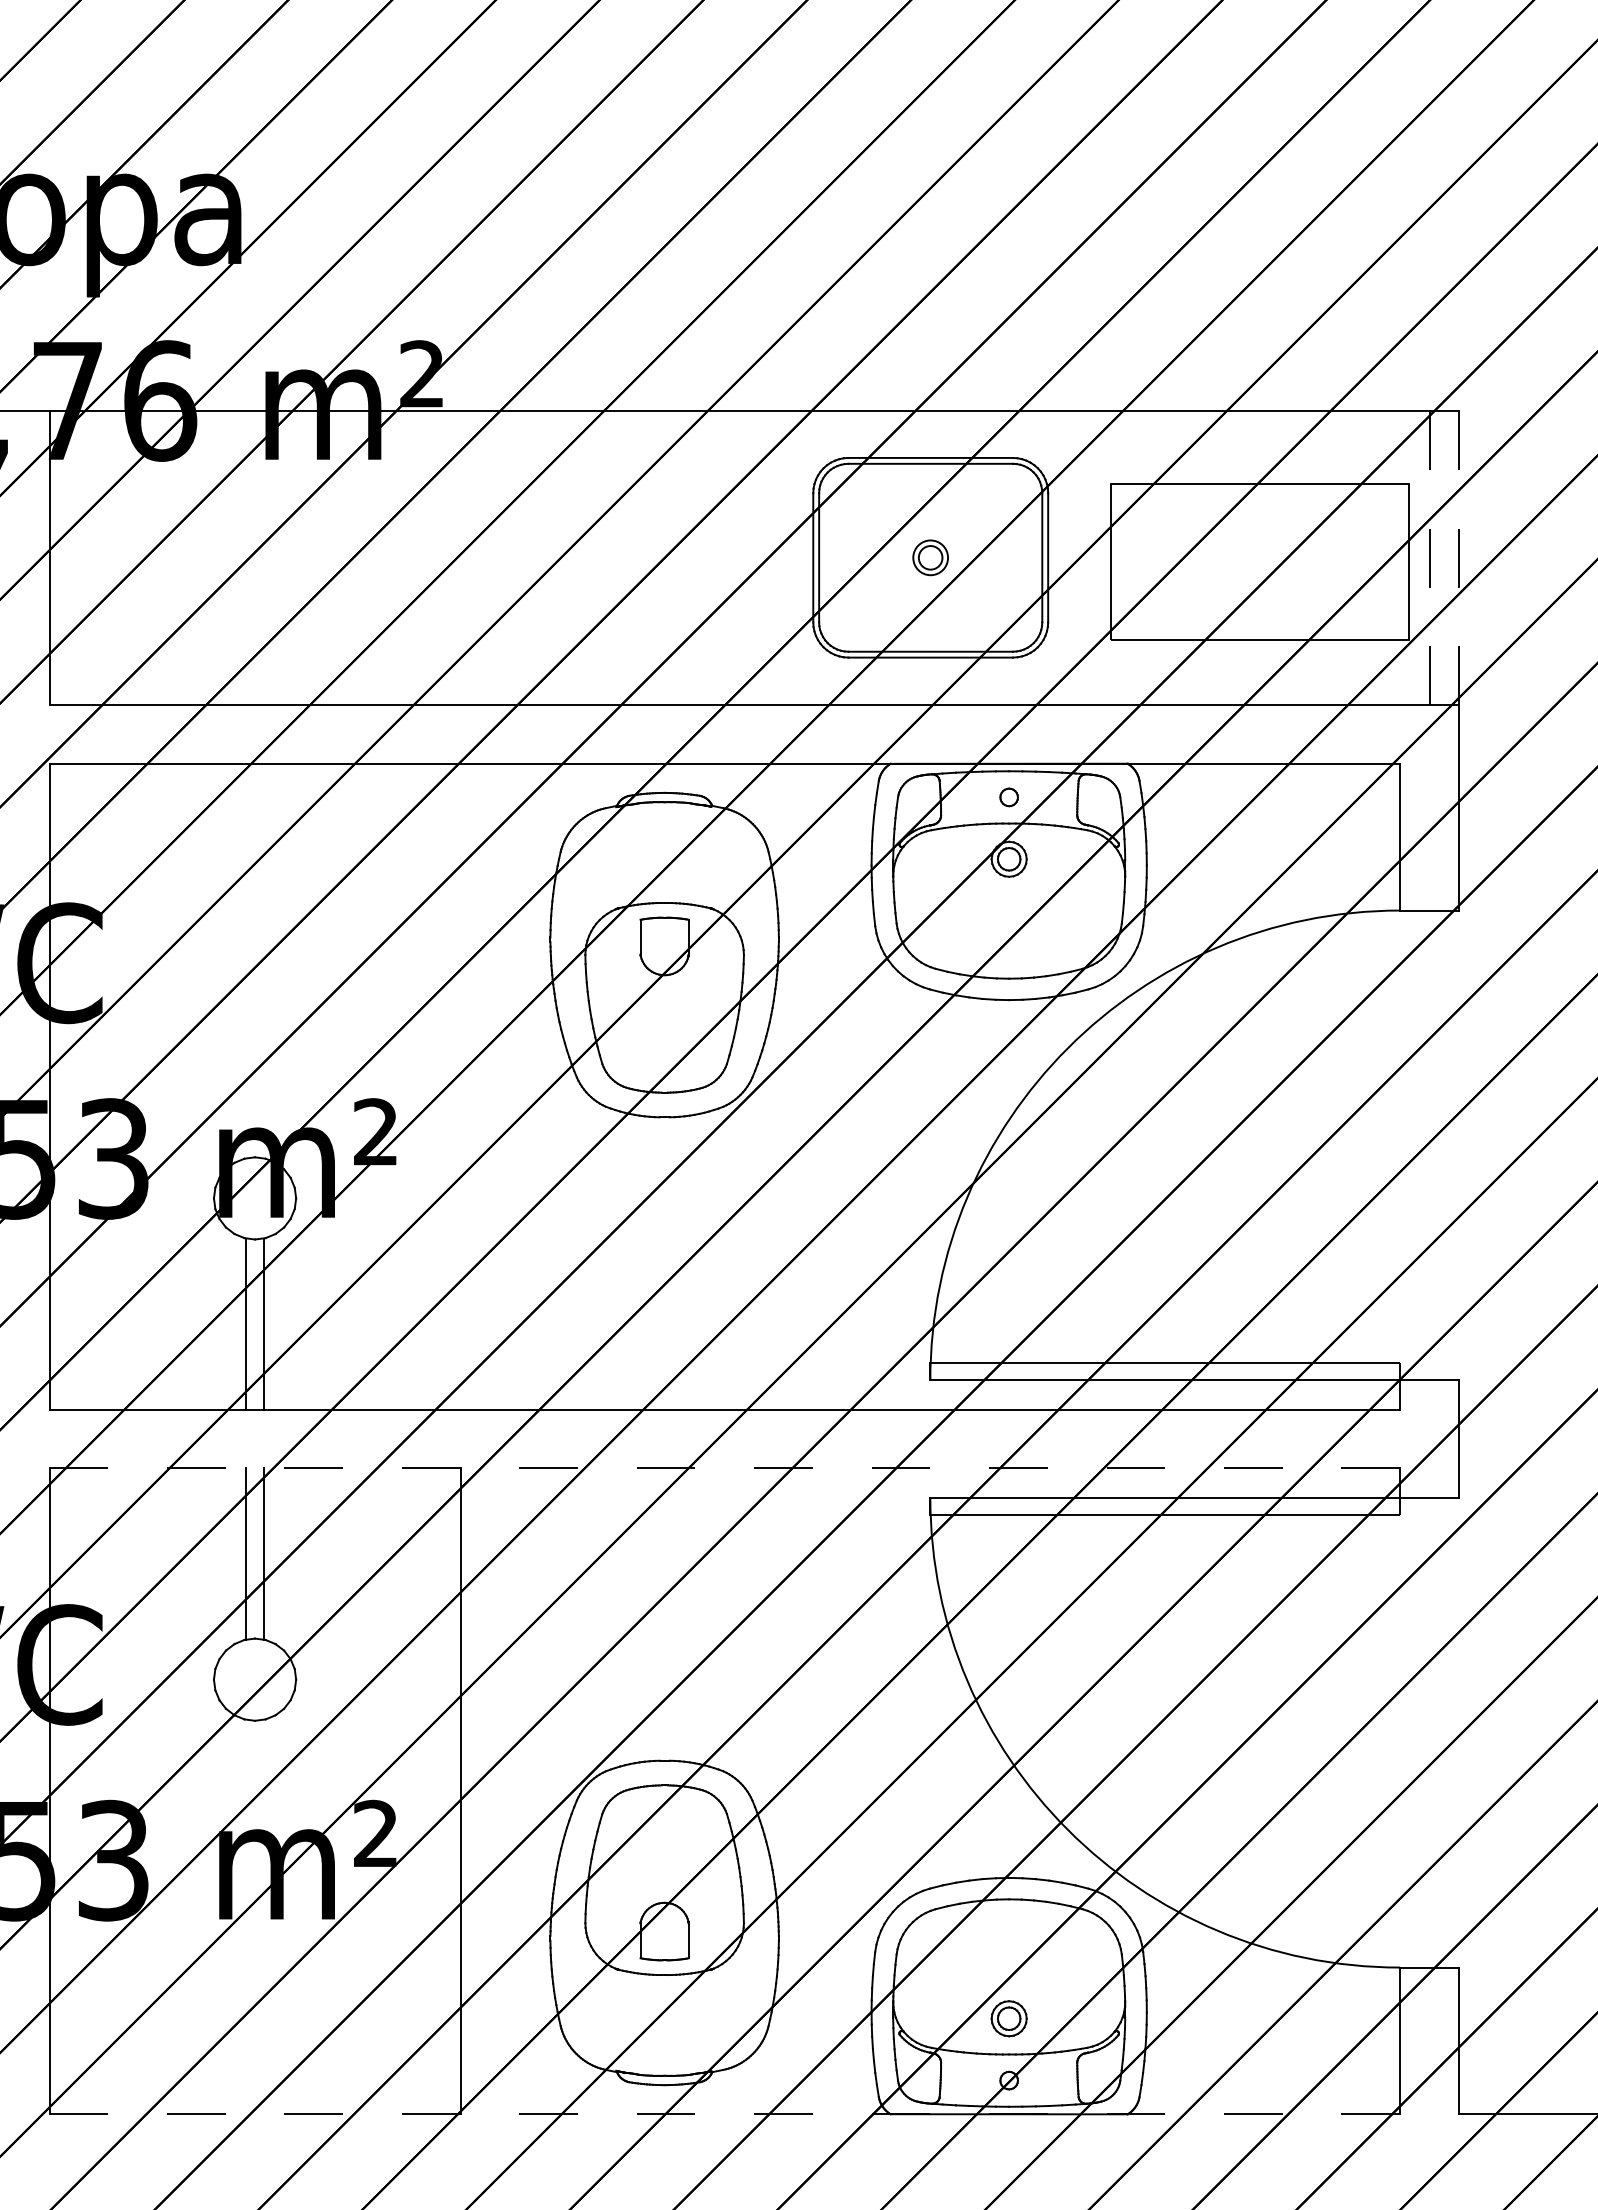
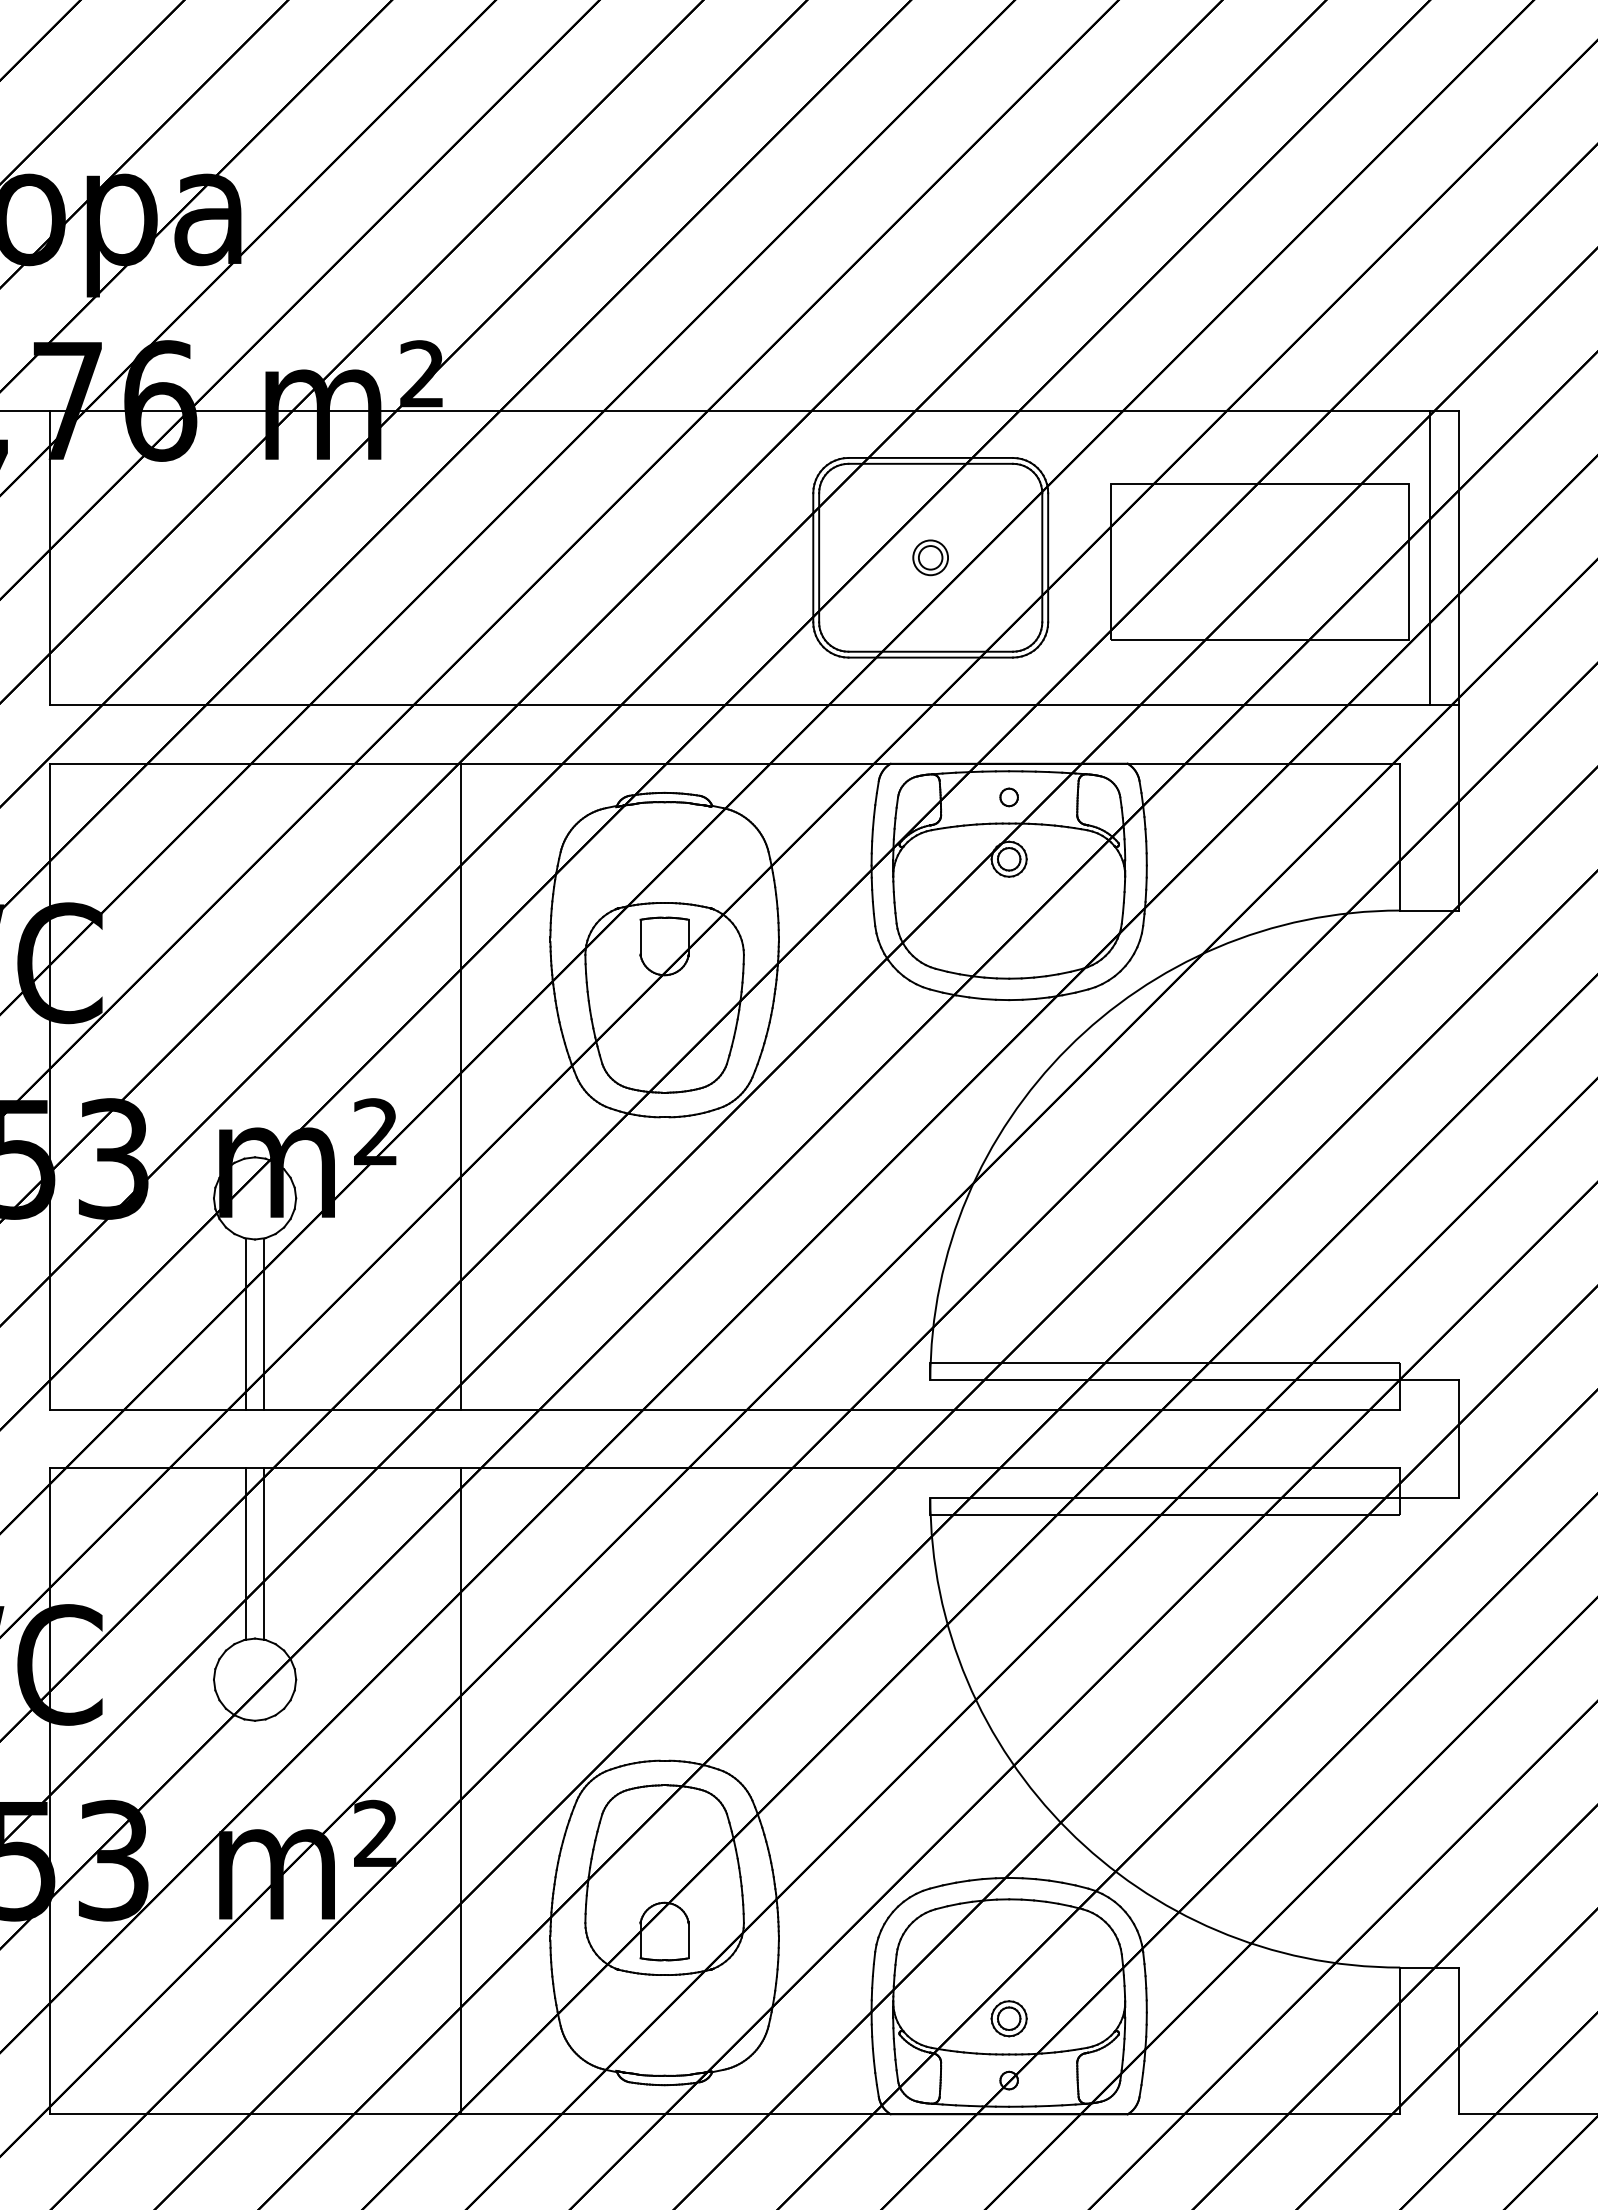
line at (1429, 558): dashed -> solid
line at (1458, 558): dashed -> solid
line at (460, 1086): none -> present
line at (725, 1468): dashed -> solid
line at (725, 2114): dashed -> solid
